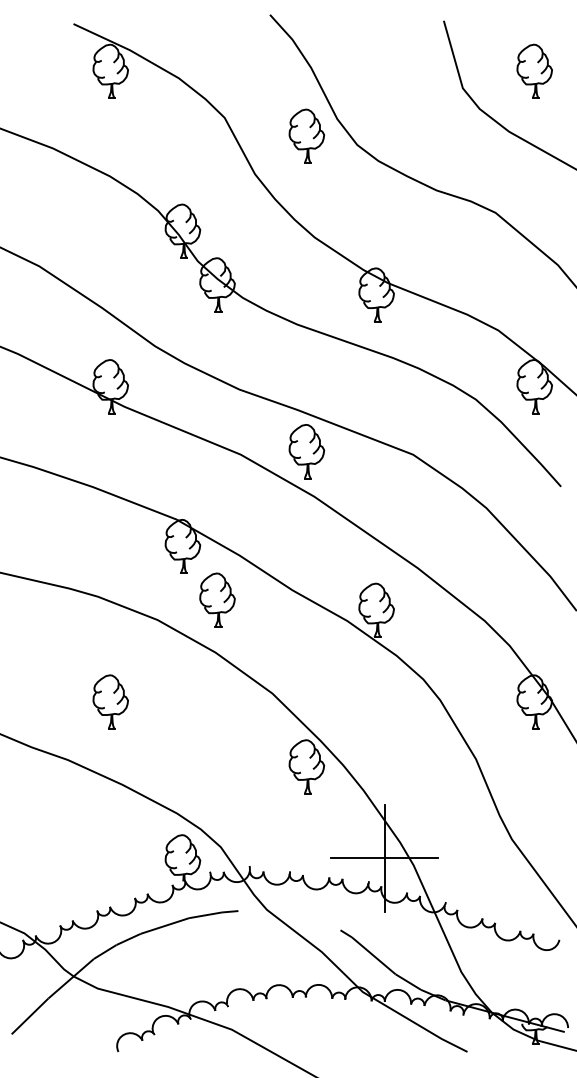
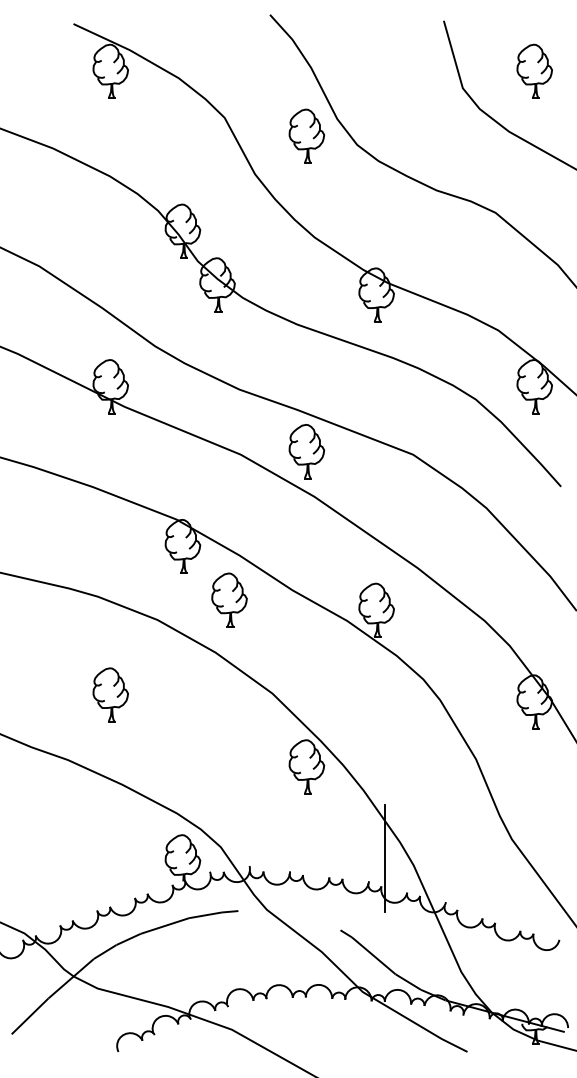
part at (217, 599) position: (217, 599) -> (229, 599)
part at (110, 701) position: (110, 701) -> (110, 694)
line at (384, 858): present -> none
